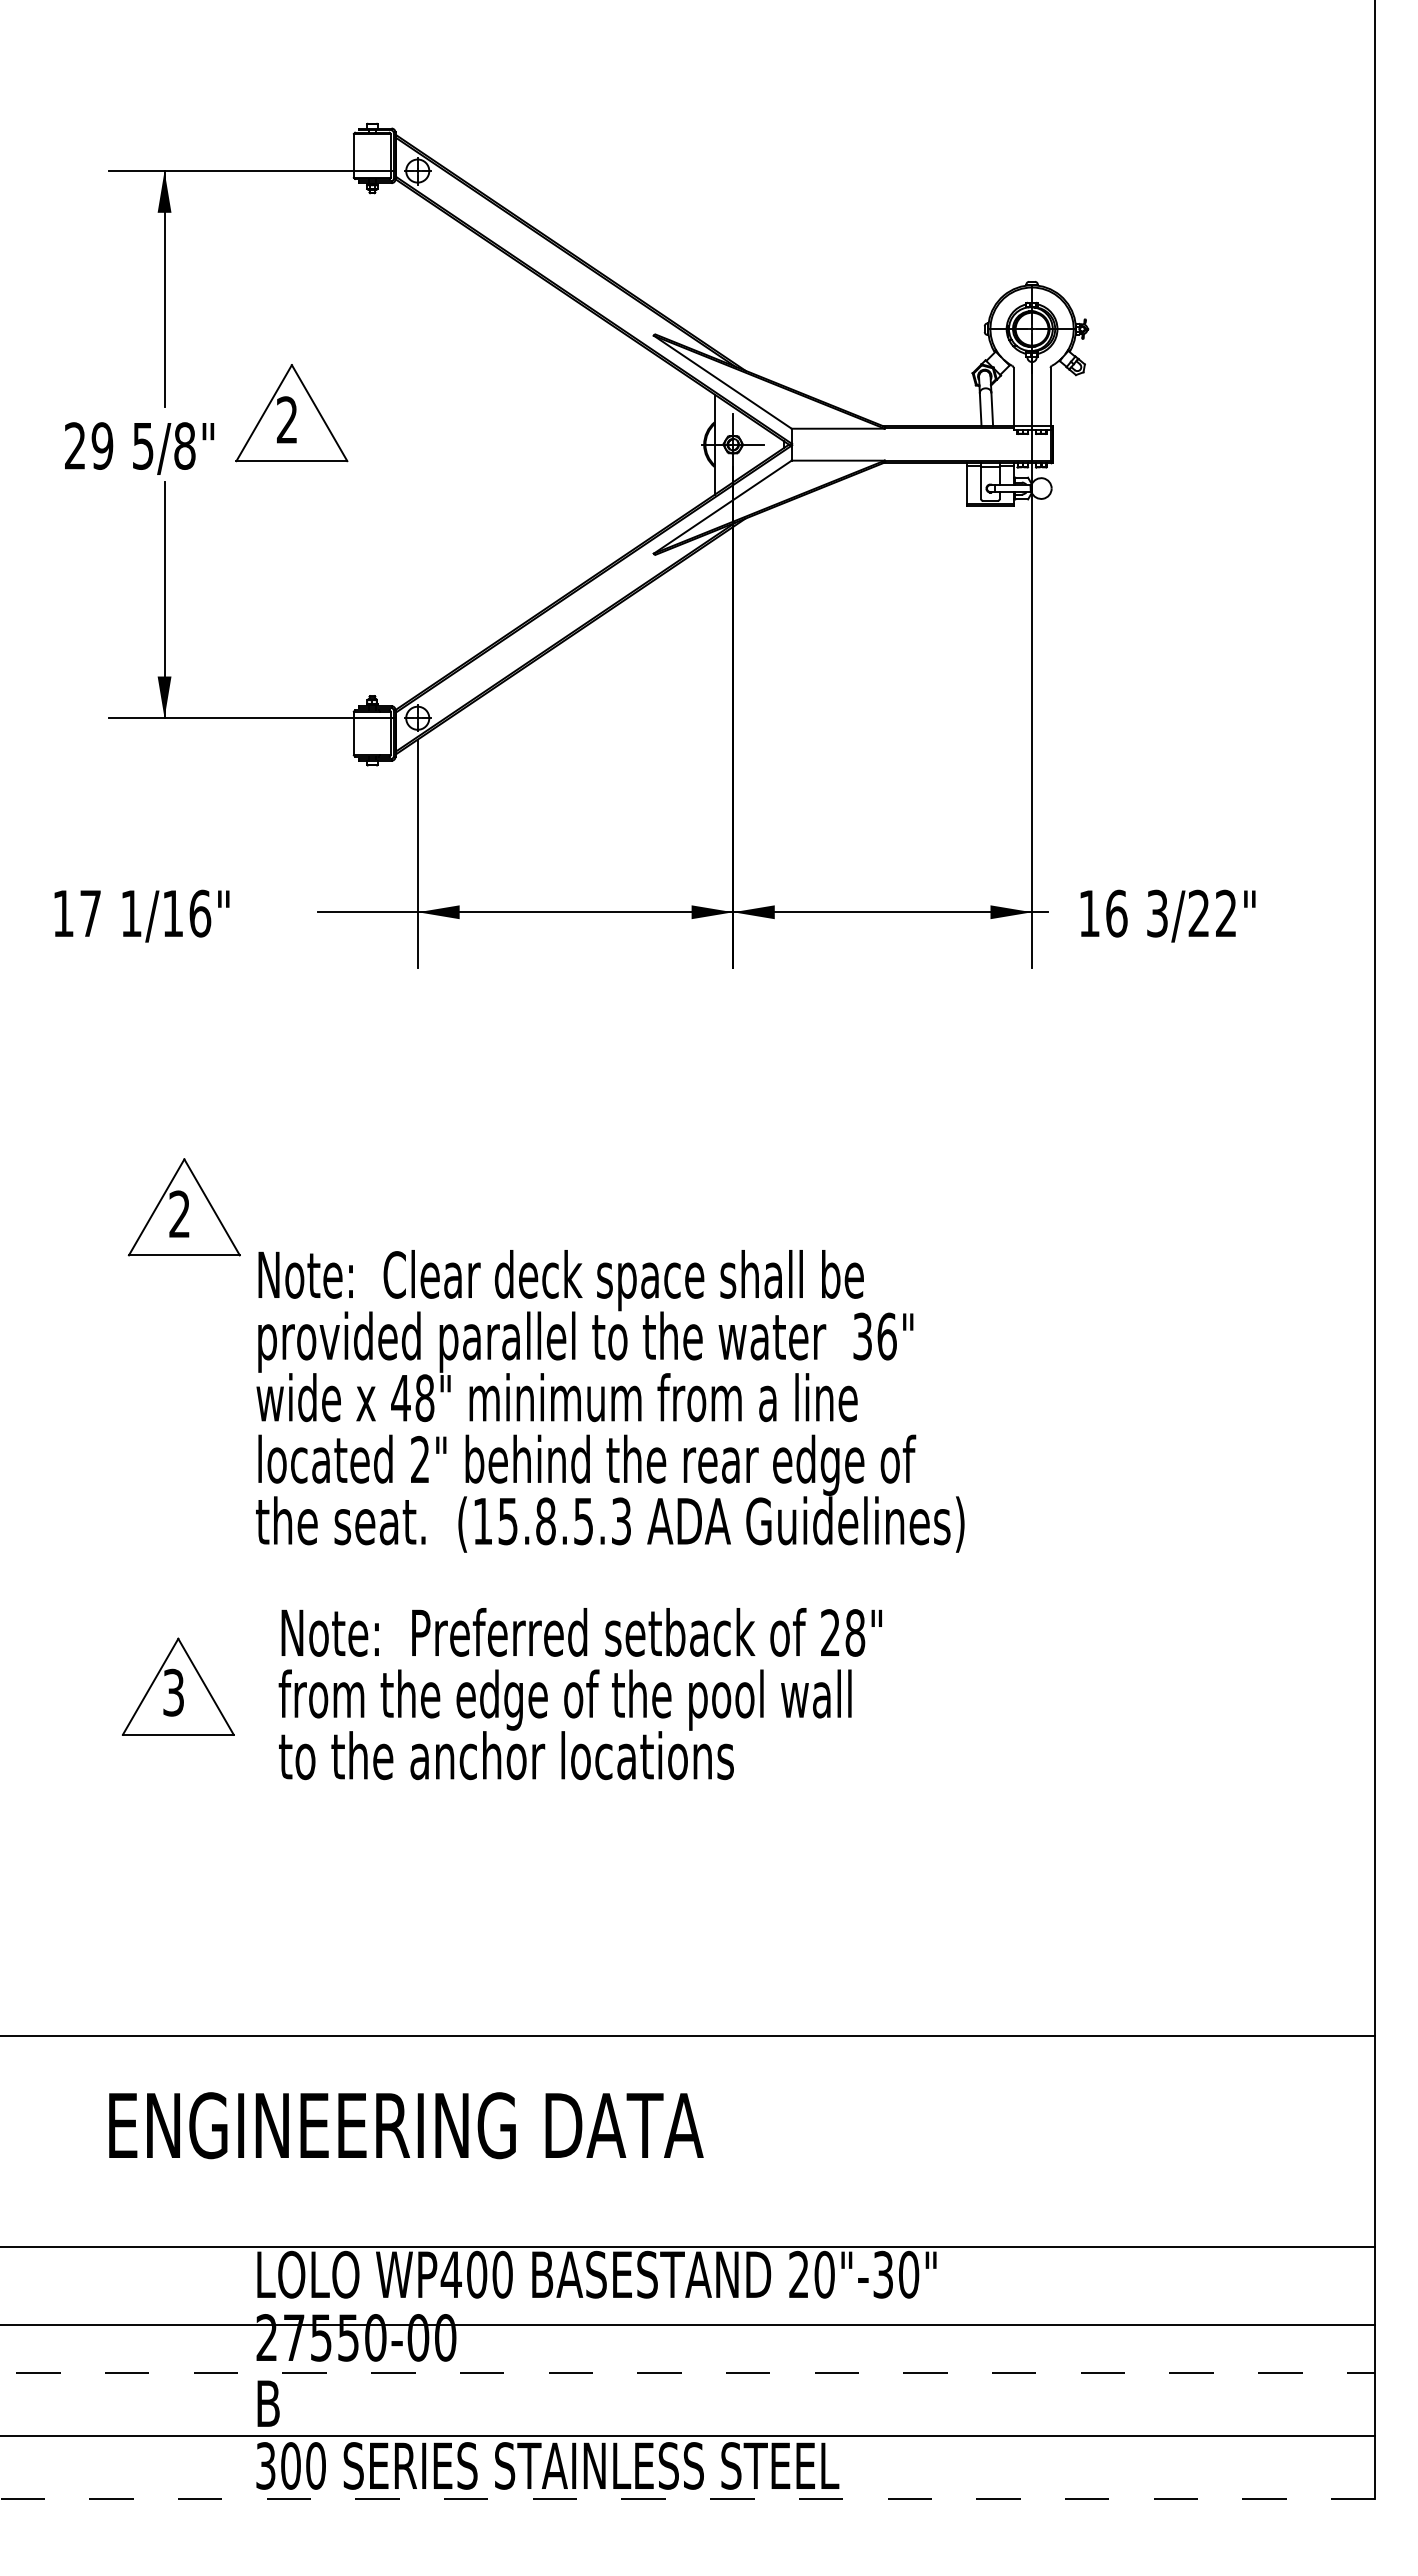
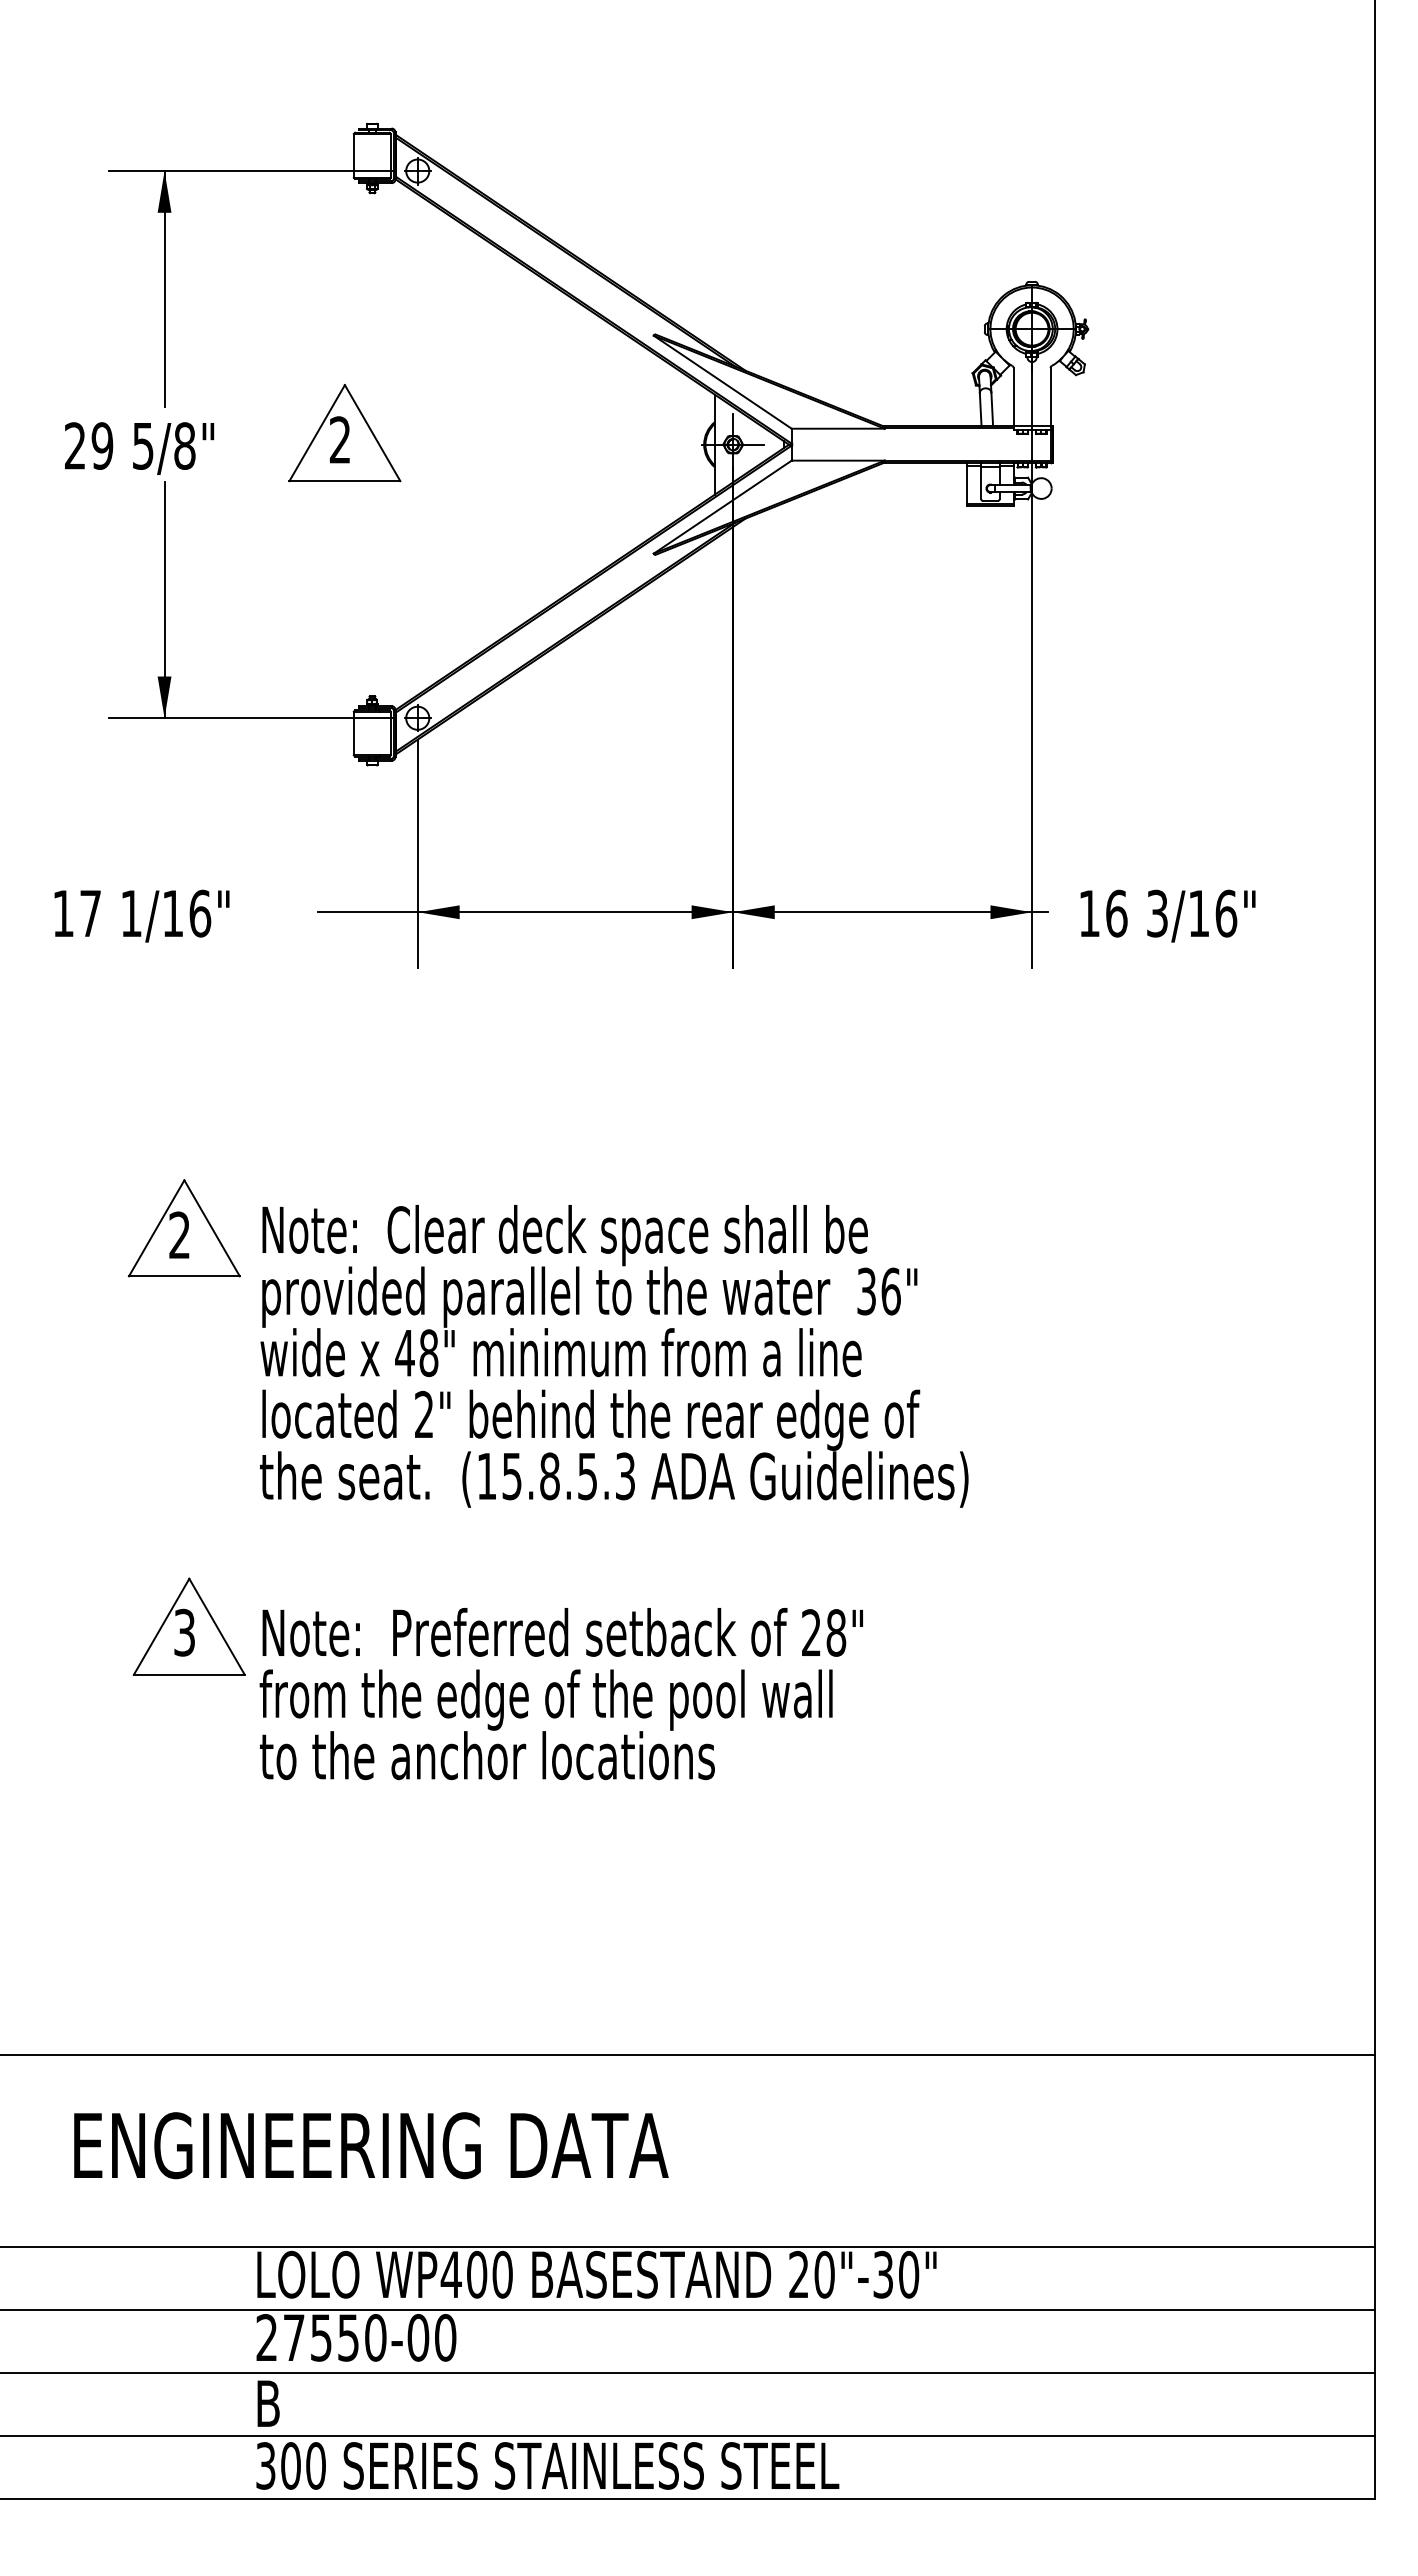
part at (291, 413) position: (291, 413) -> (344, 433)
text at (1212, 913): 3/22" -> 3/16"
part at (183, 1207) position: (183, 1207) -> (183, 1228)
text at (610, 1401) position: (610, 1401) -> (614, 1356)
part at (178, 1686) position: (178, 1686) -> (189, 1626)
text at (579, 1694) position: (579, 1694) -> (560, 1694)
line at (688, 2036) position: (688, 2036) -> (688, 2055)
text at (406, 2125) position: (406, 2125) -> (371, 2145)
line at (688, 2325) position: (688, 2325) -> (688, 2310)
line at (688, 2372): dashed -> solid
line at (687, 2498): dashed -> solid
